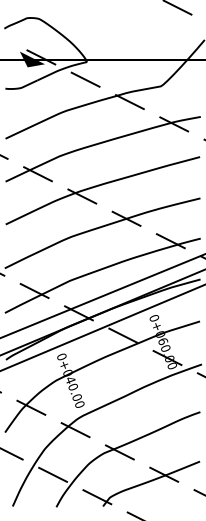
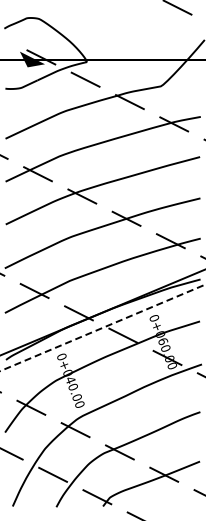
line at (102, 296): present -> none
line at (102, 327): solid -> dashed
